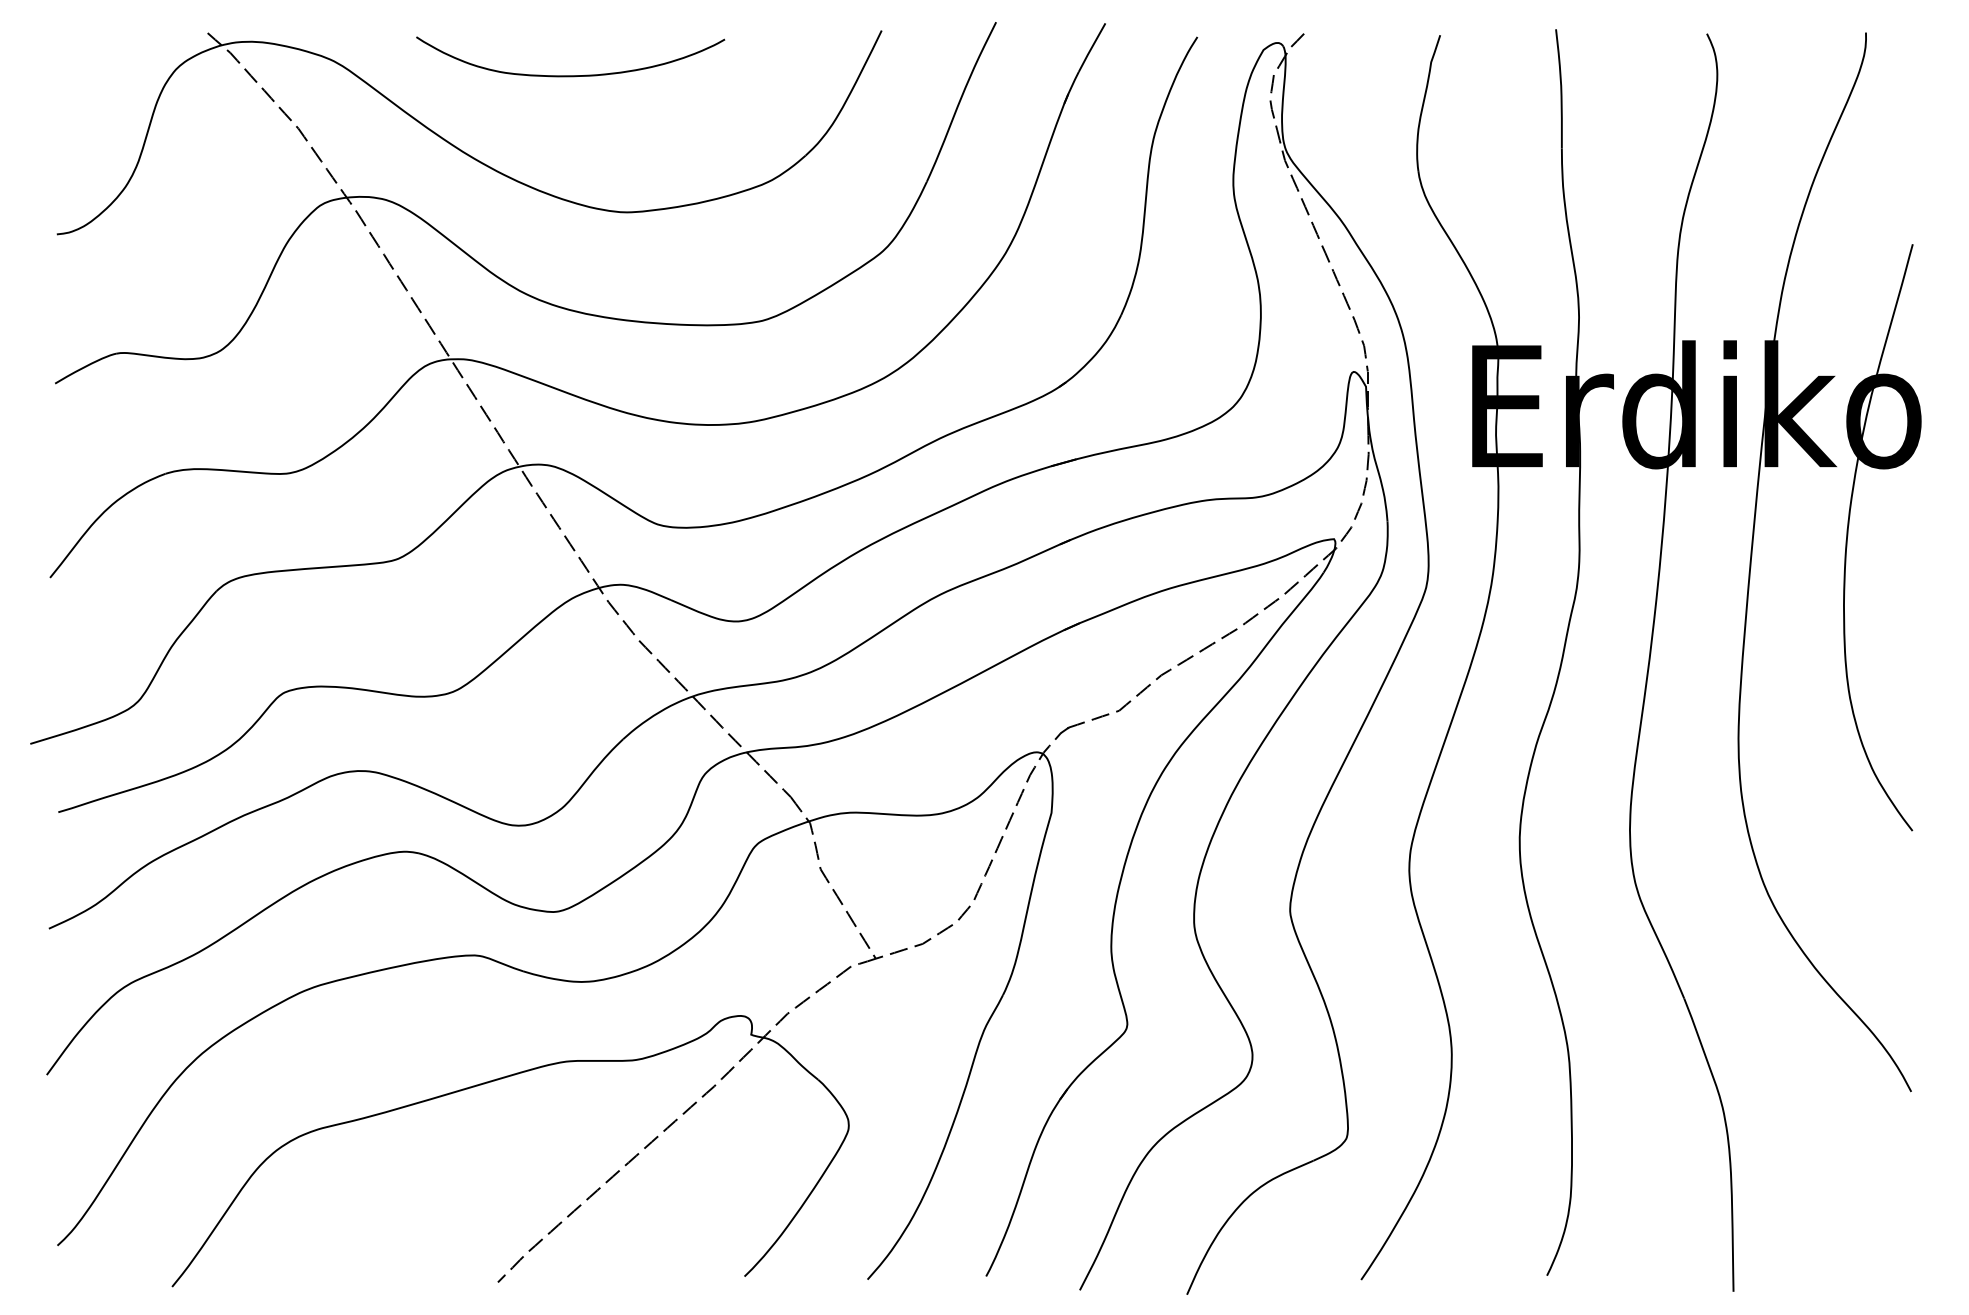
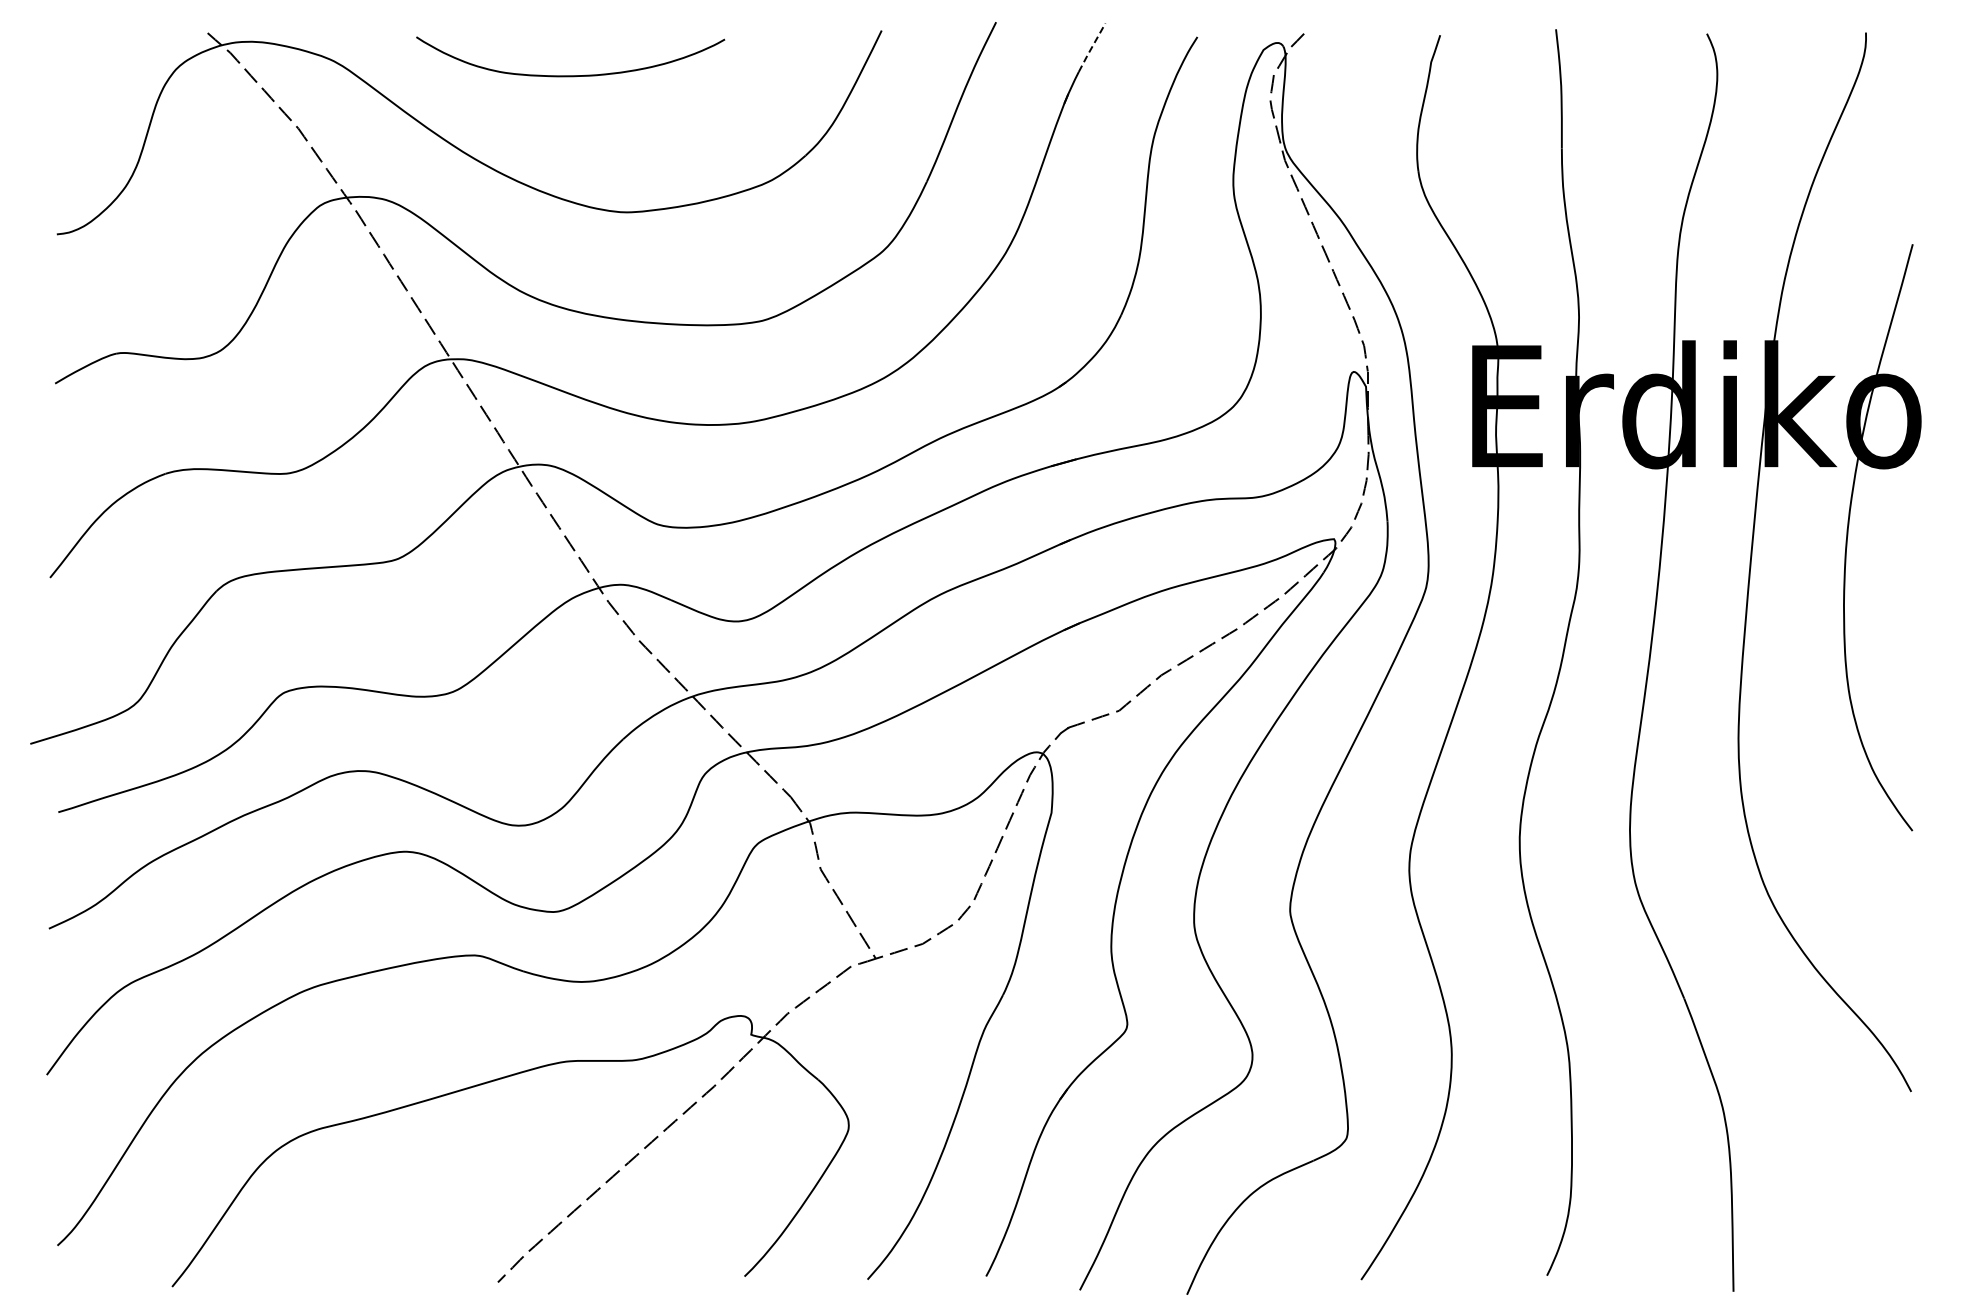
line at (1091, 47): solid -> dashed
